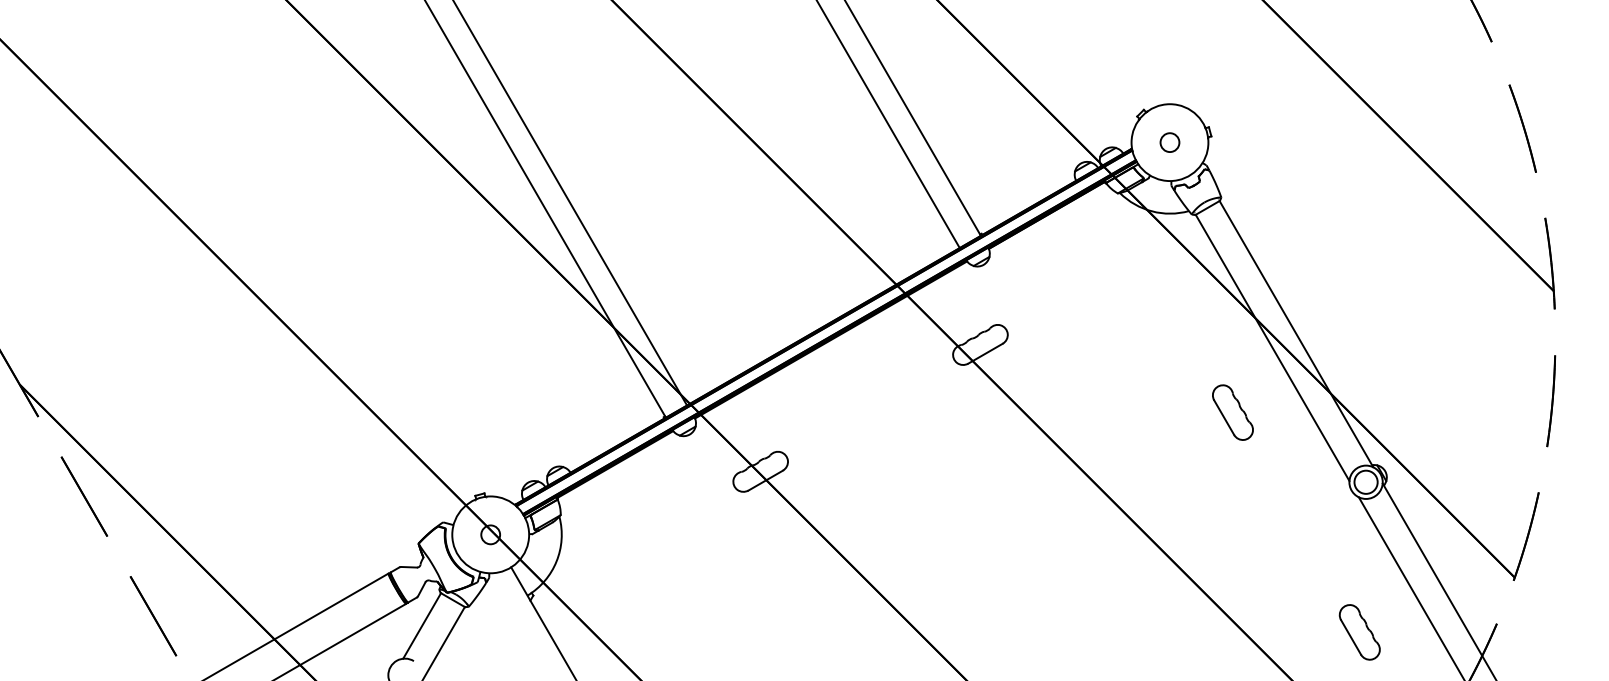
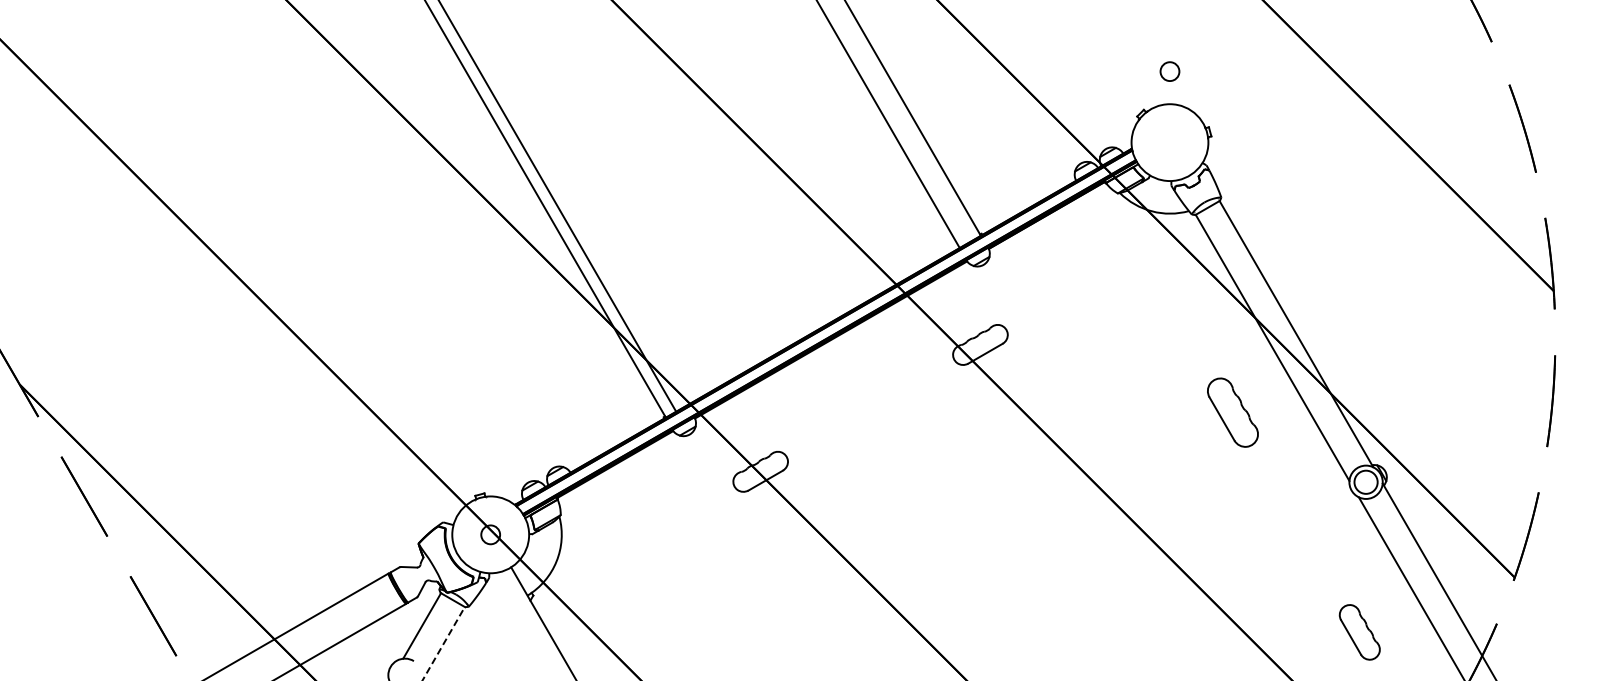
circle at (1169, 142) position: (1169, 142) -> (1169, 71)
line at (570, 203) position: (570, 203) -> (558, 206)
part at (1232, 412) size: 42x57 px -> 52x71 px
line at (444, 643): solid -> dashed
